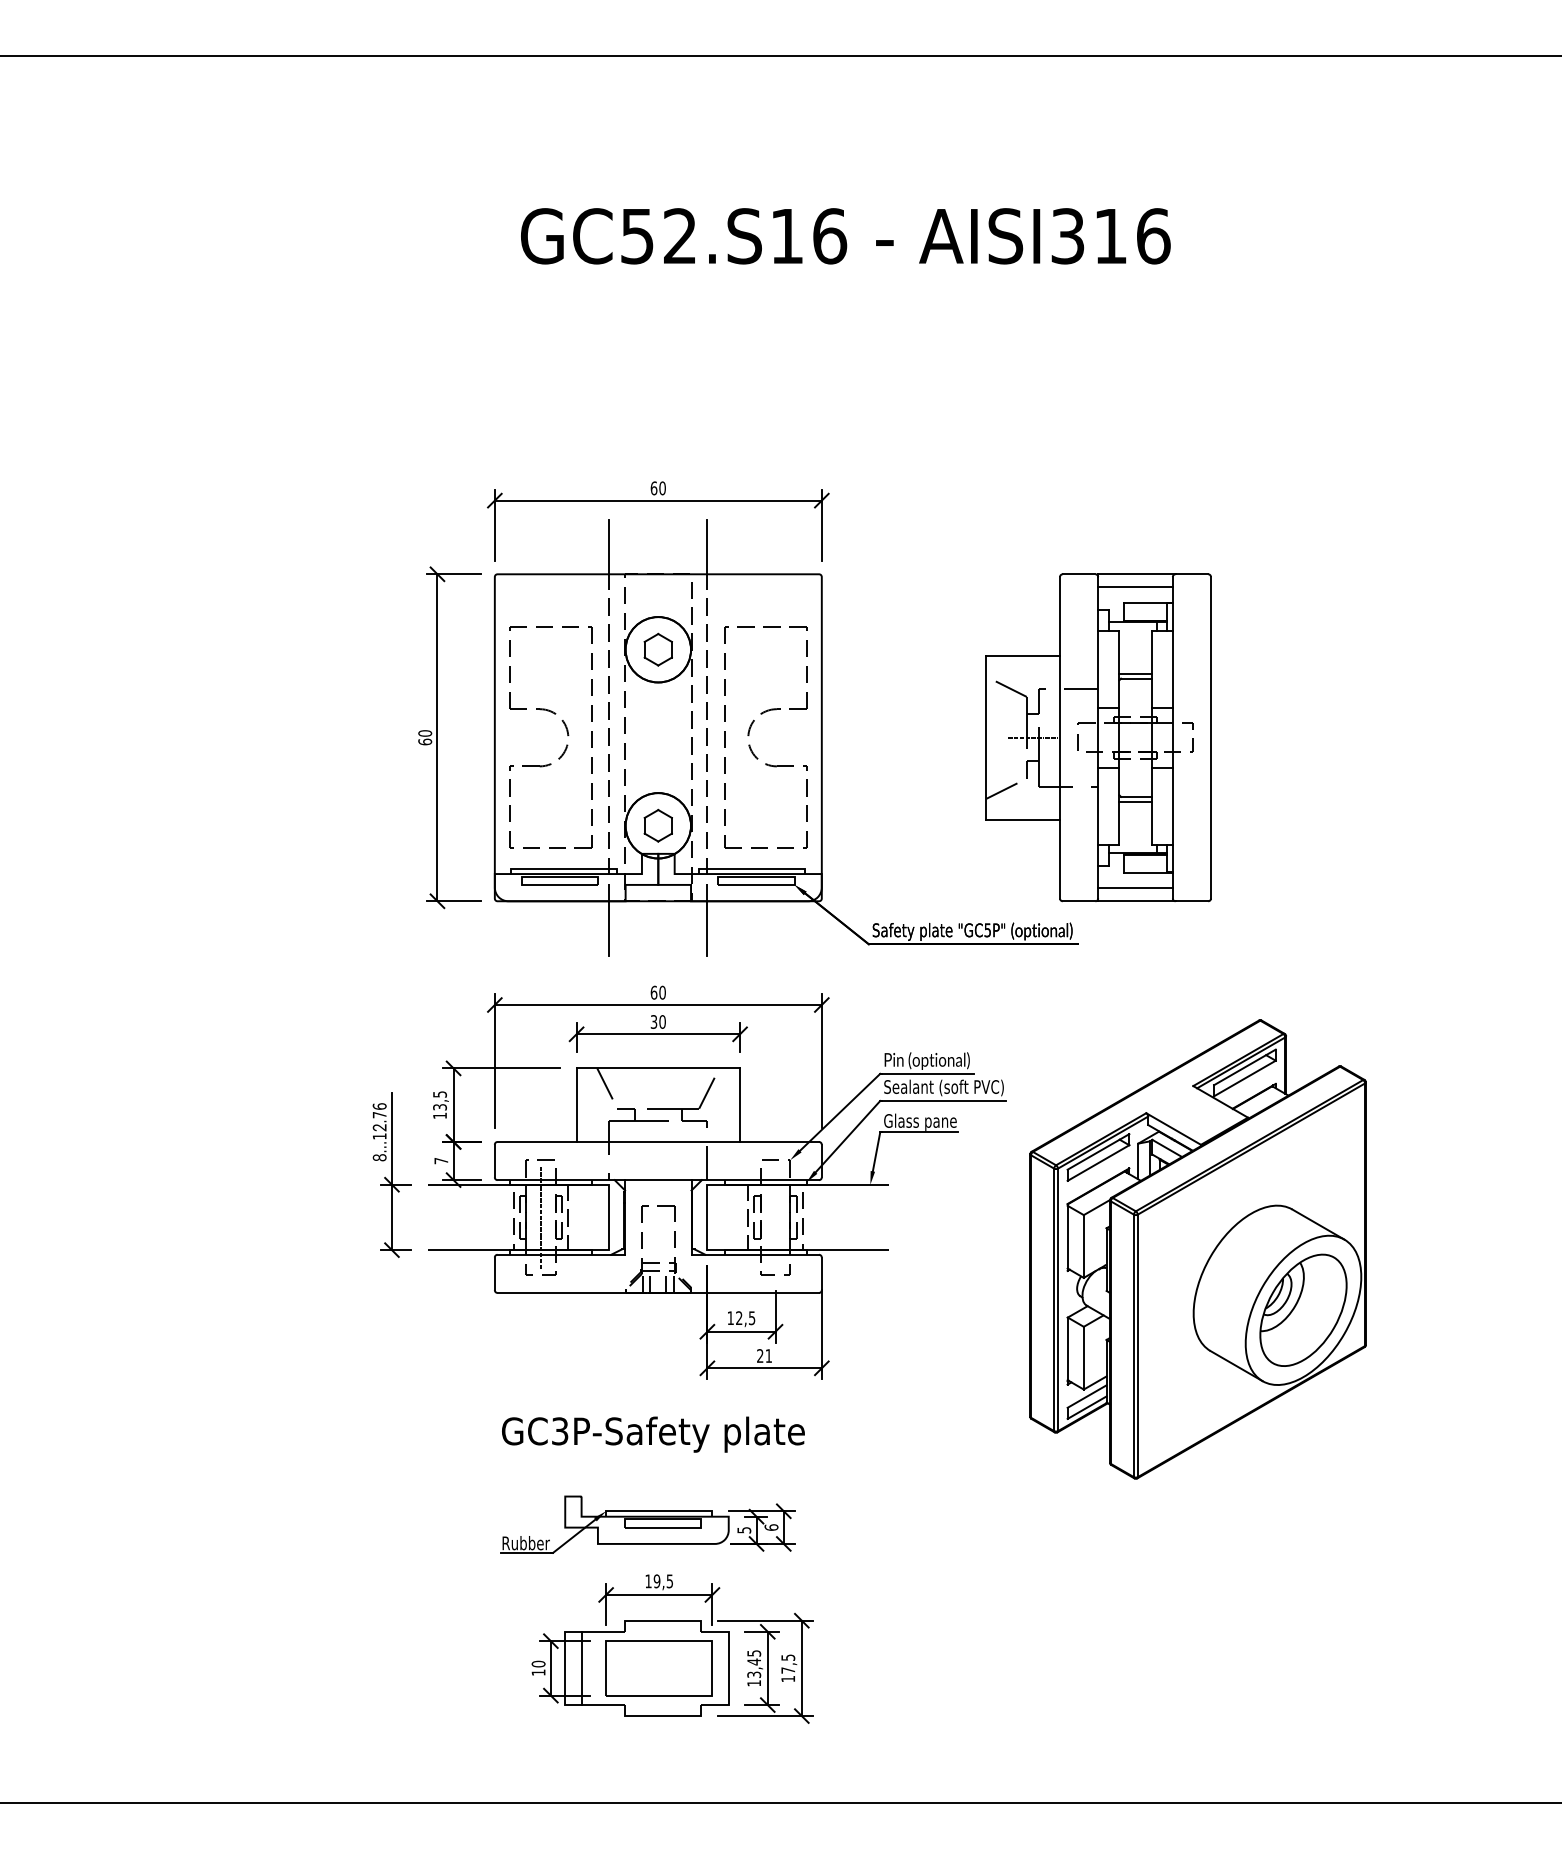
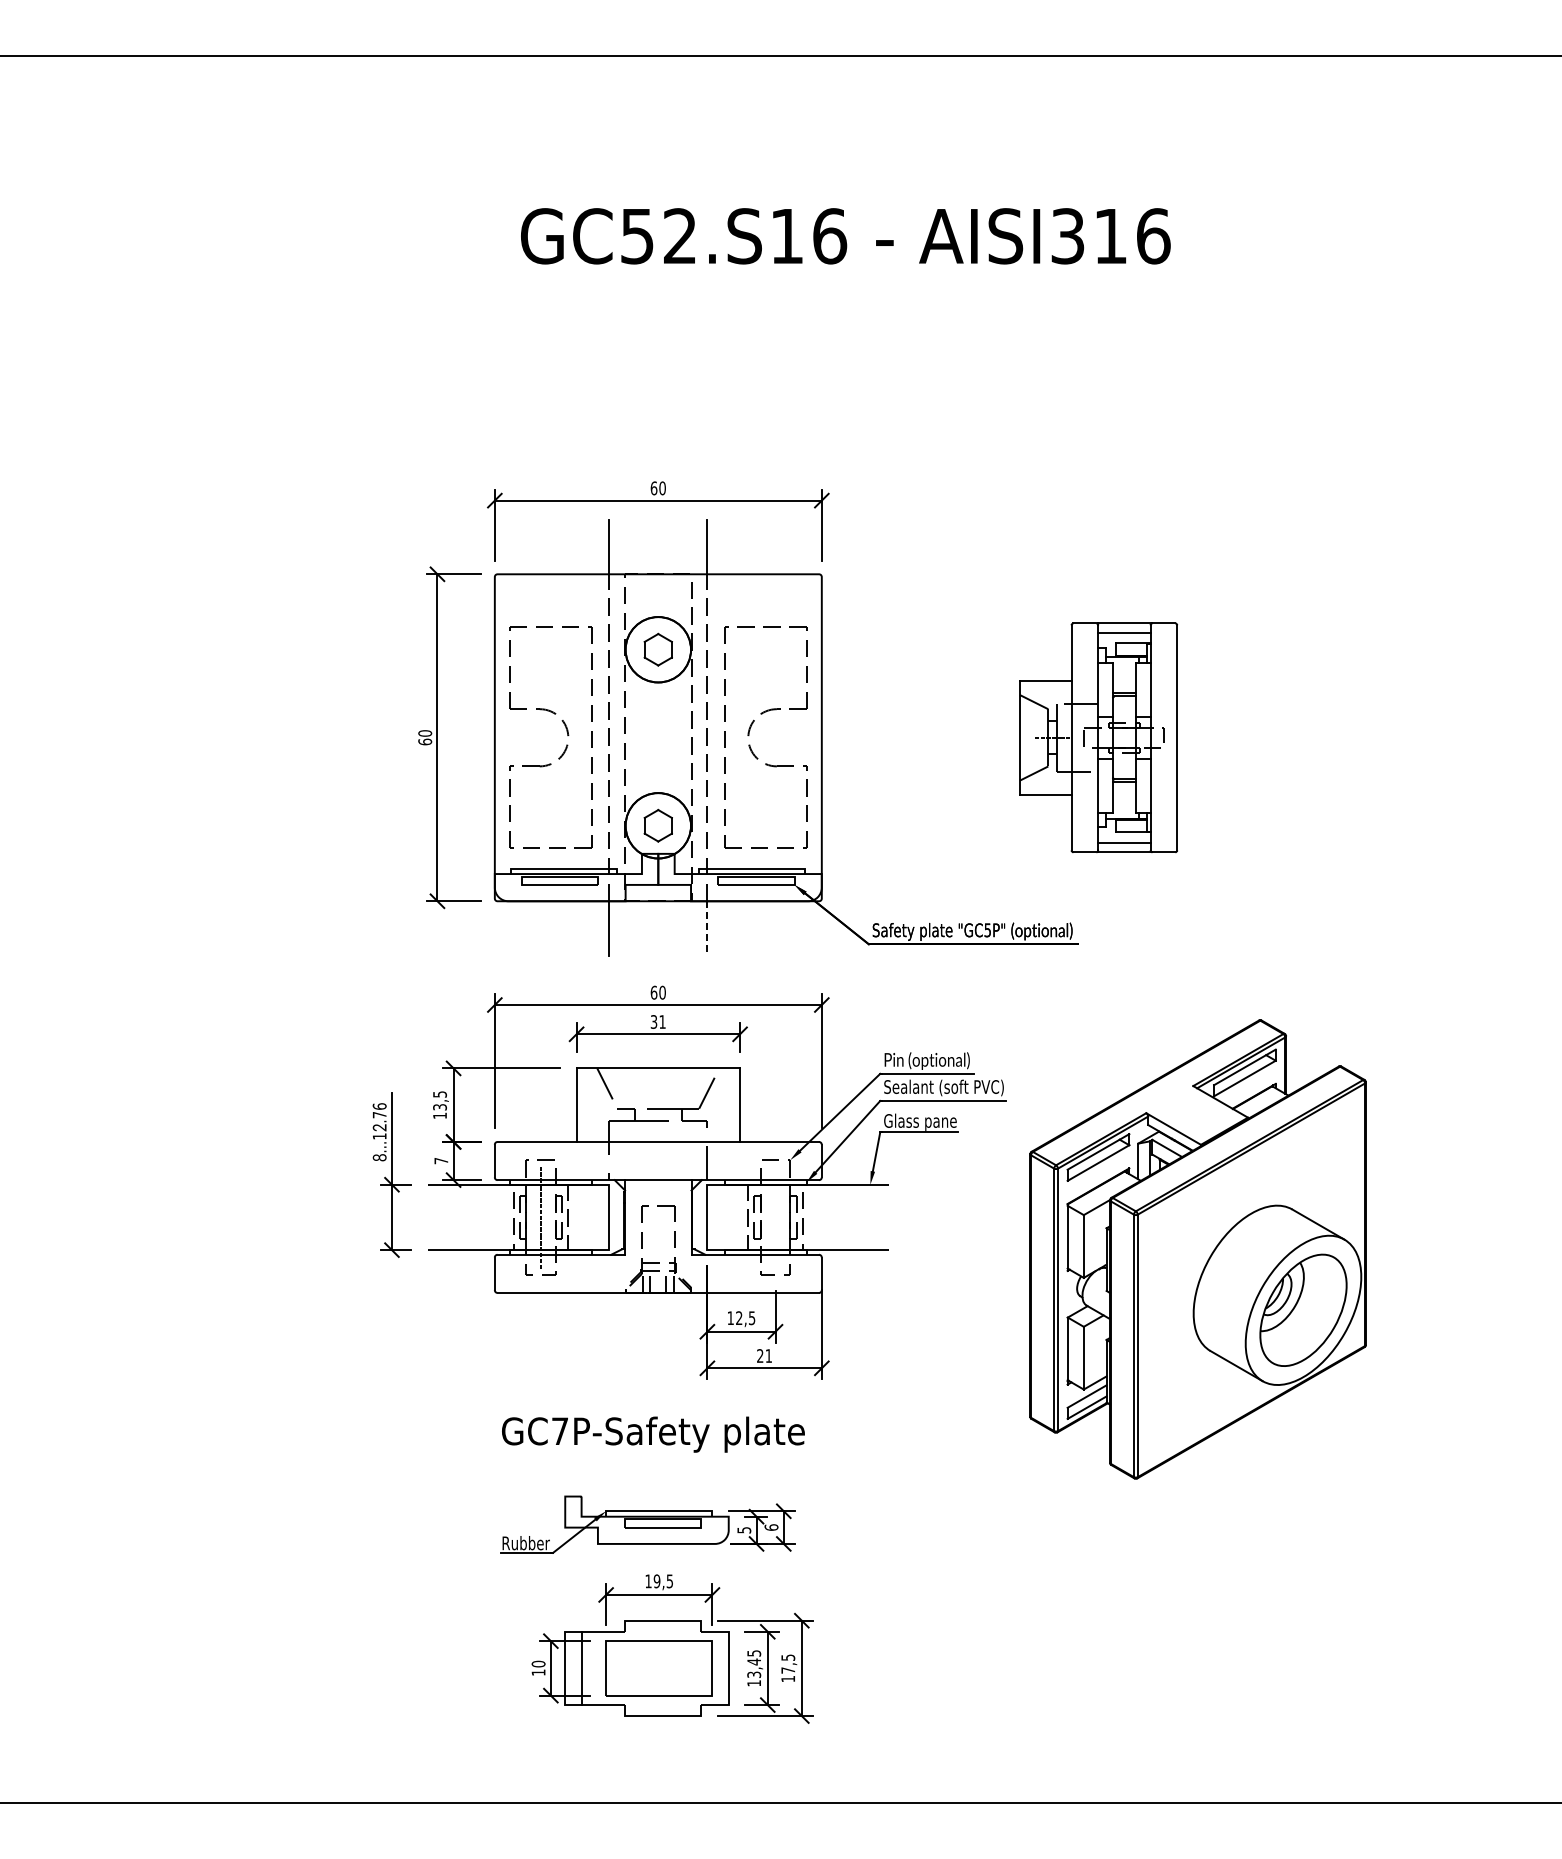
part at (1098, 737) size: 227x330 px -> 159x231 px
line at (707, 929): solid -> dashed
text at (662, 1021): 30 -> 31
text at (560, 1431): GC3P-Safety -> GC7P-Safety
